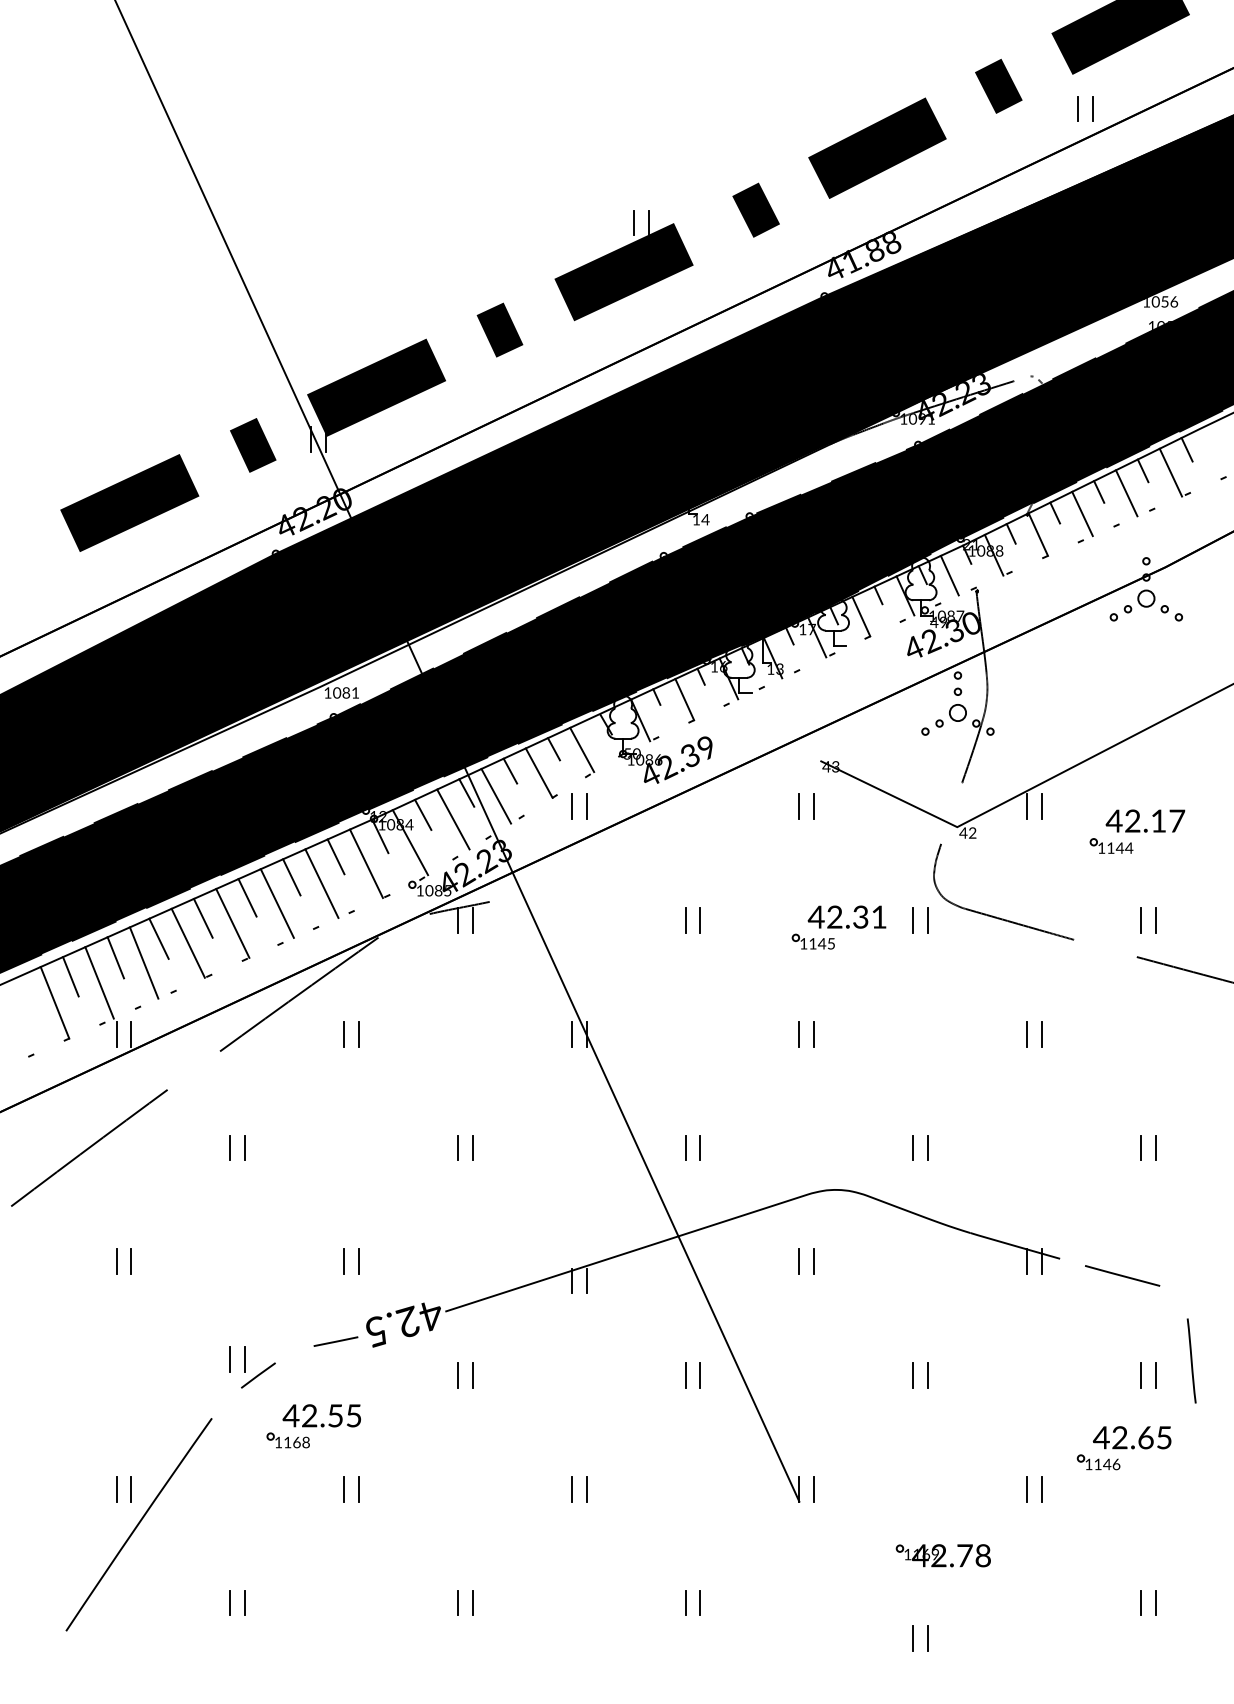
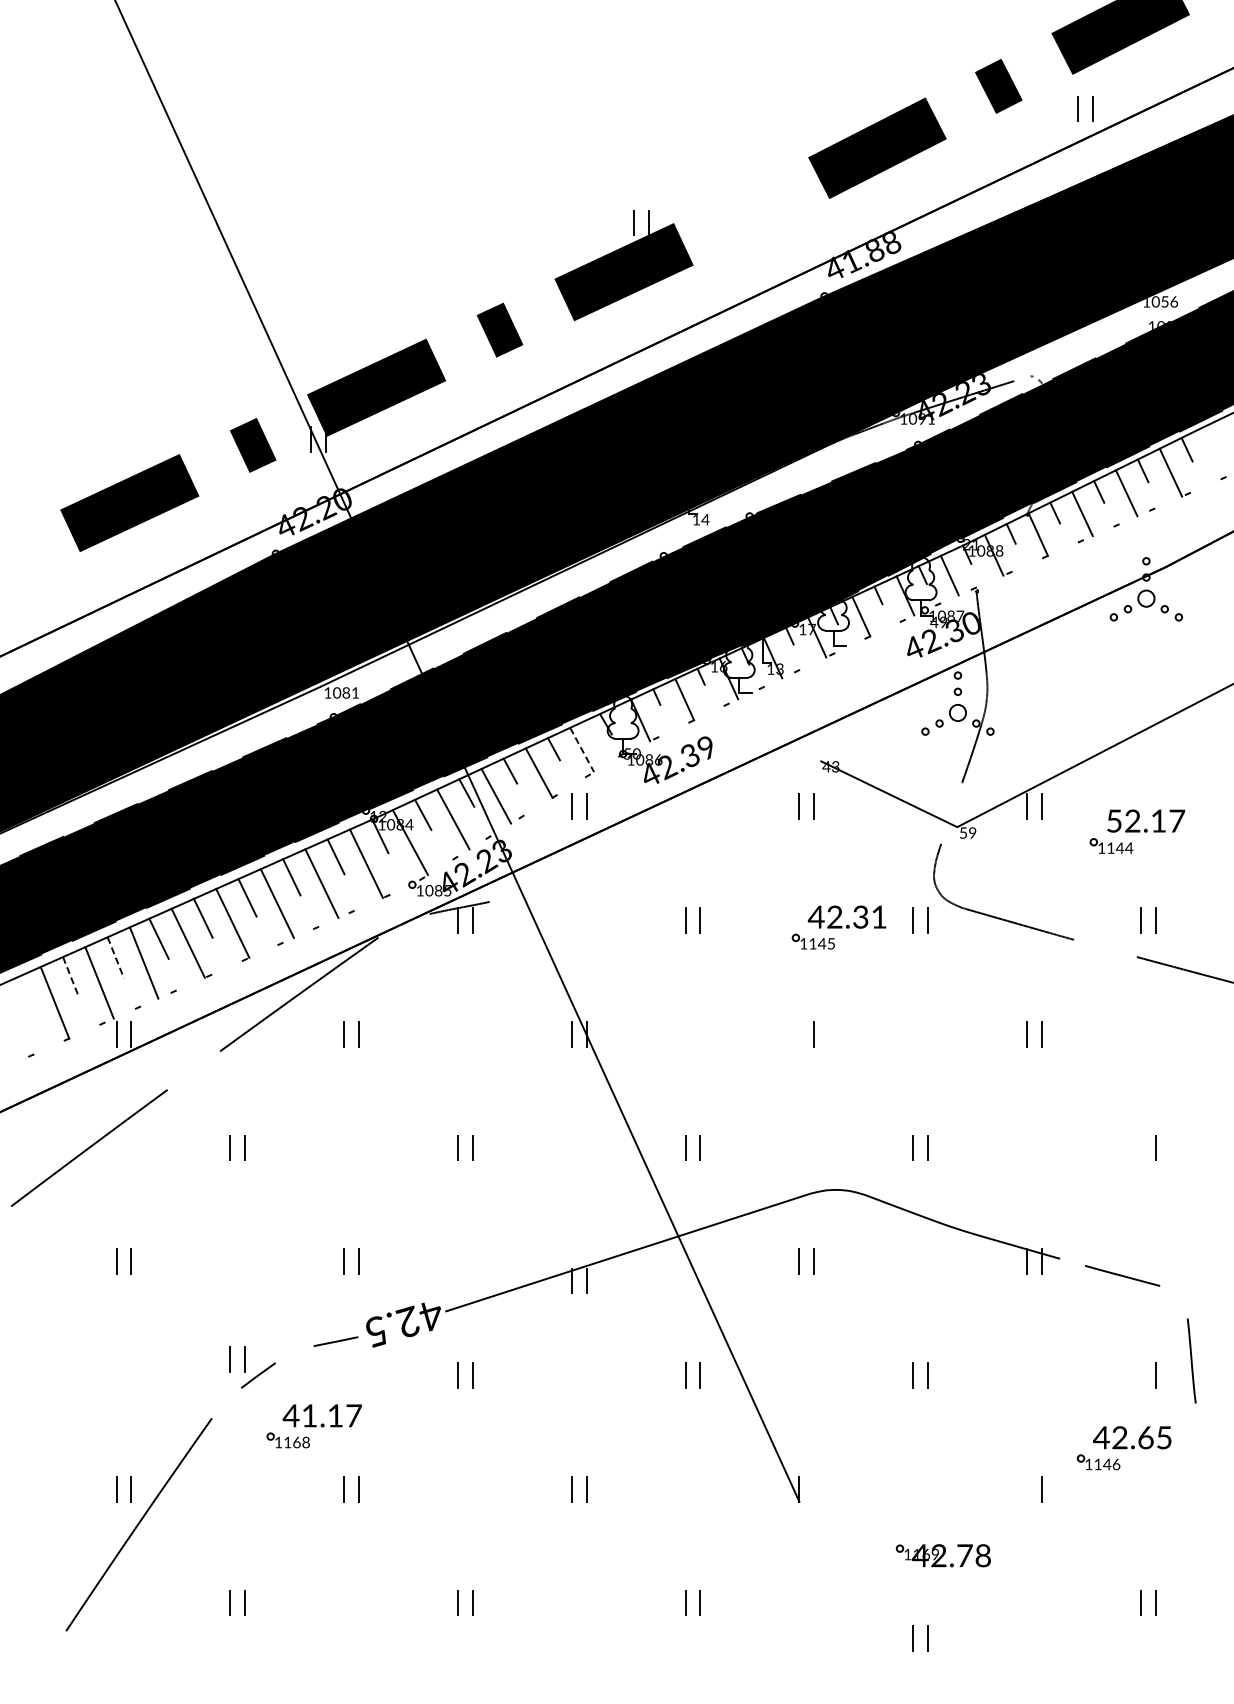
fill at (756, 209): present -> none
line at (582, 750): solid -> dashed
text at (1113, 820): 42.17 -> 52.17
text at (967, 832): 42 -> 59
line at (116, 958): solid -> dashed
line at (71, 977): solid -> dashed
line at (799, 1033): present -> none
line at (1140, 1147): present -> none
line at (1140, 1375): present -> none
text at (331, 1415): 42.55 -> 41.17
line at (814, 1488): present -> none
line at (1026, 1488): present -> none
